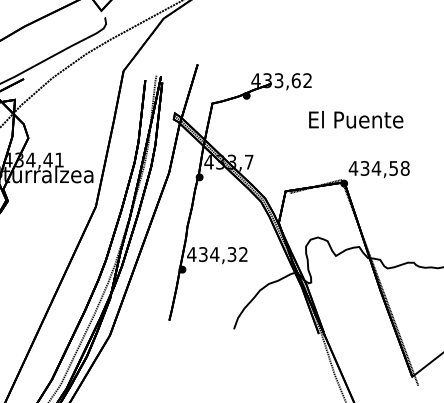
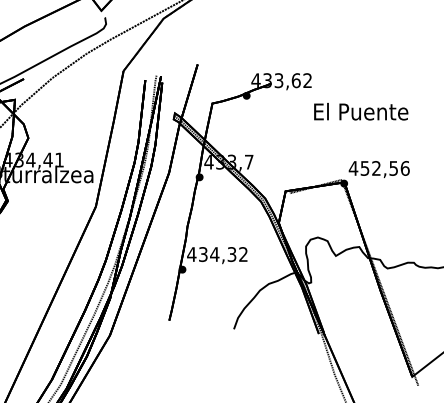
text at (356, 119) position: (356, 119) -> (361, 111)
text at (385, 168): 434,58 -> 452,56
